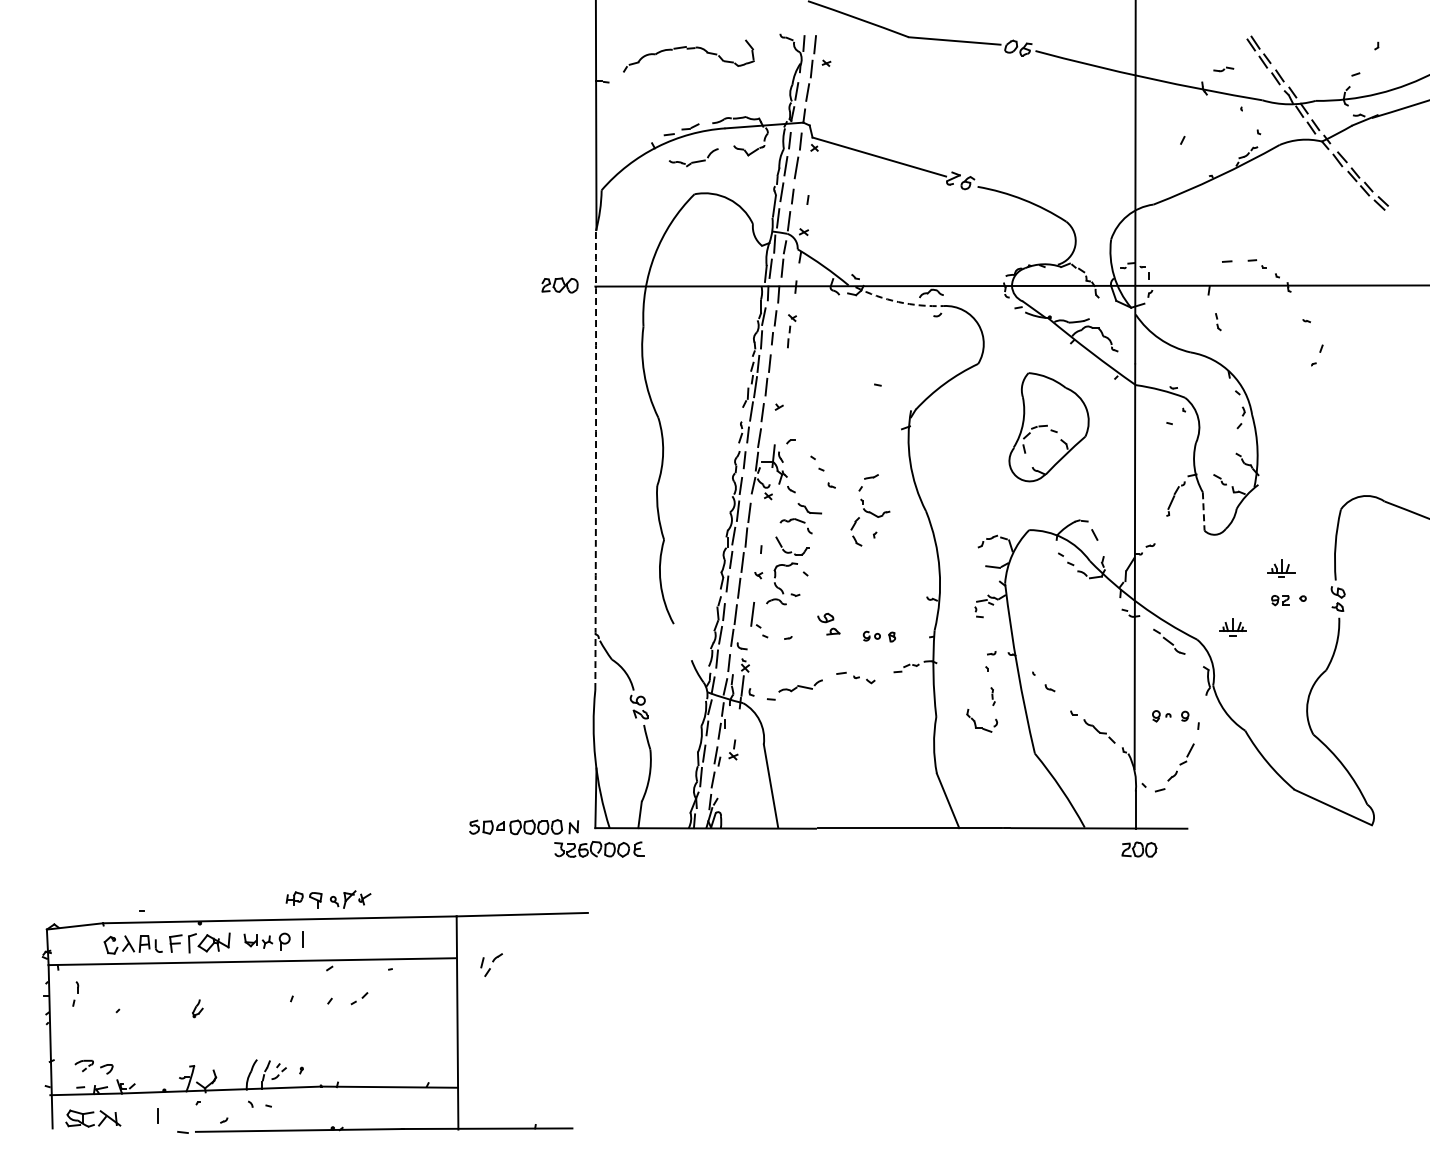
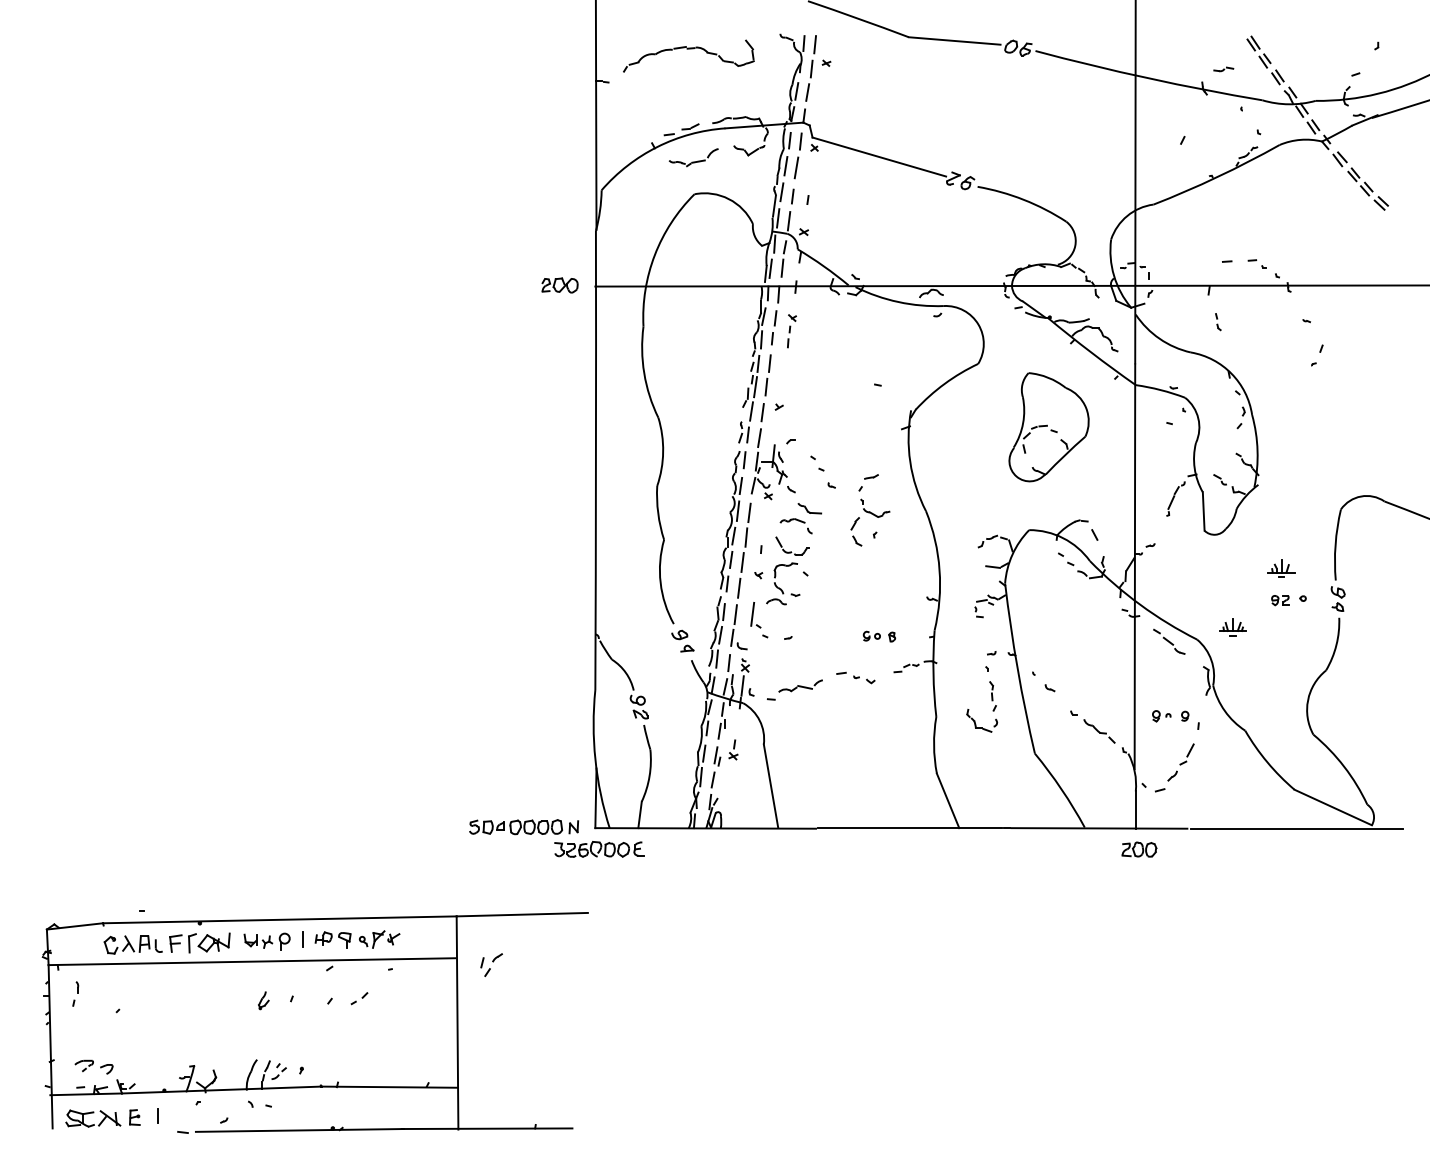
arc at (898, 302): dashed -> solid
arc at (595, 460): dashed -> solid
line at (1203, 511): dashed -> solid
part at (828, 623) position: (828, 623) -> (682, 640)
part at (992, 696) size: 6x19 px -> 8x31 px
line at (1296, 828): none -> present
part at (328, 899) position: (328, 899) -> (357, 939)
part at (197, 1008) position: (197, 1008) -> (263, 1000)
part at (134, 1117): none -> present
